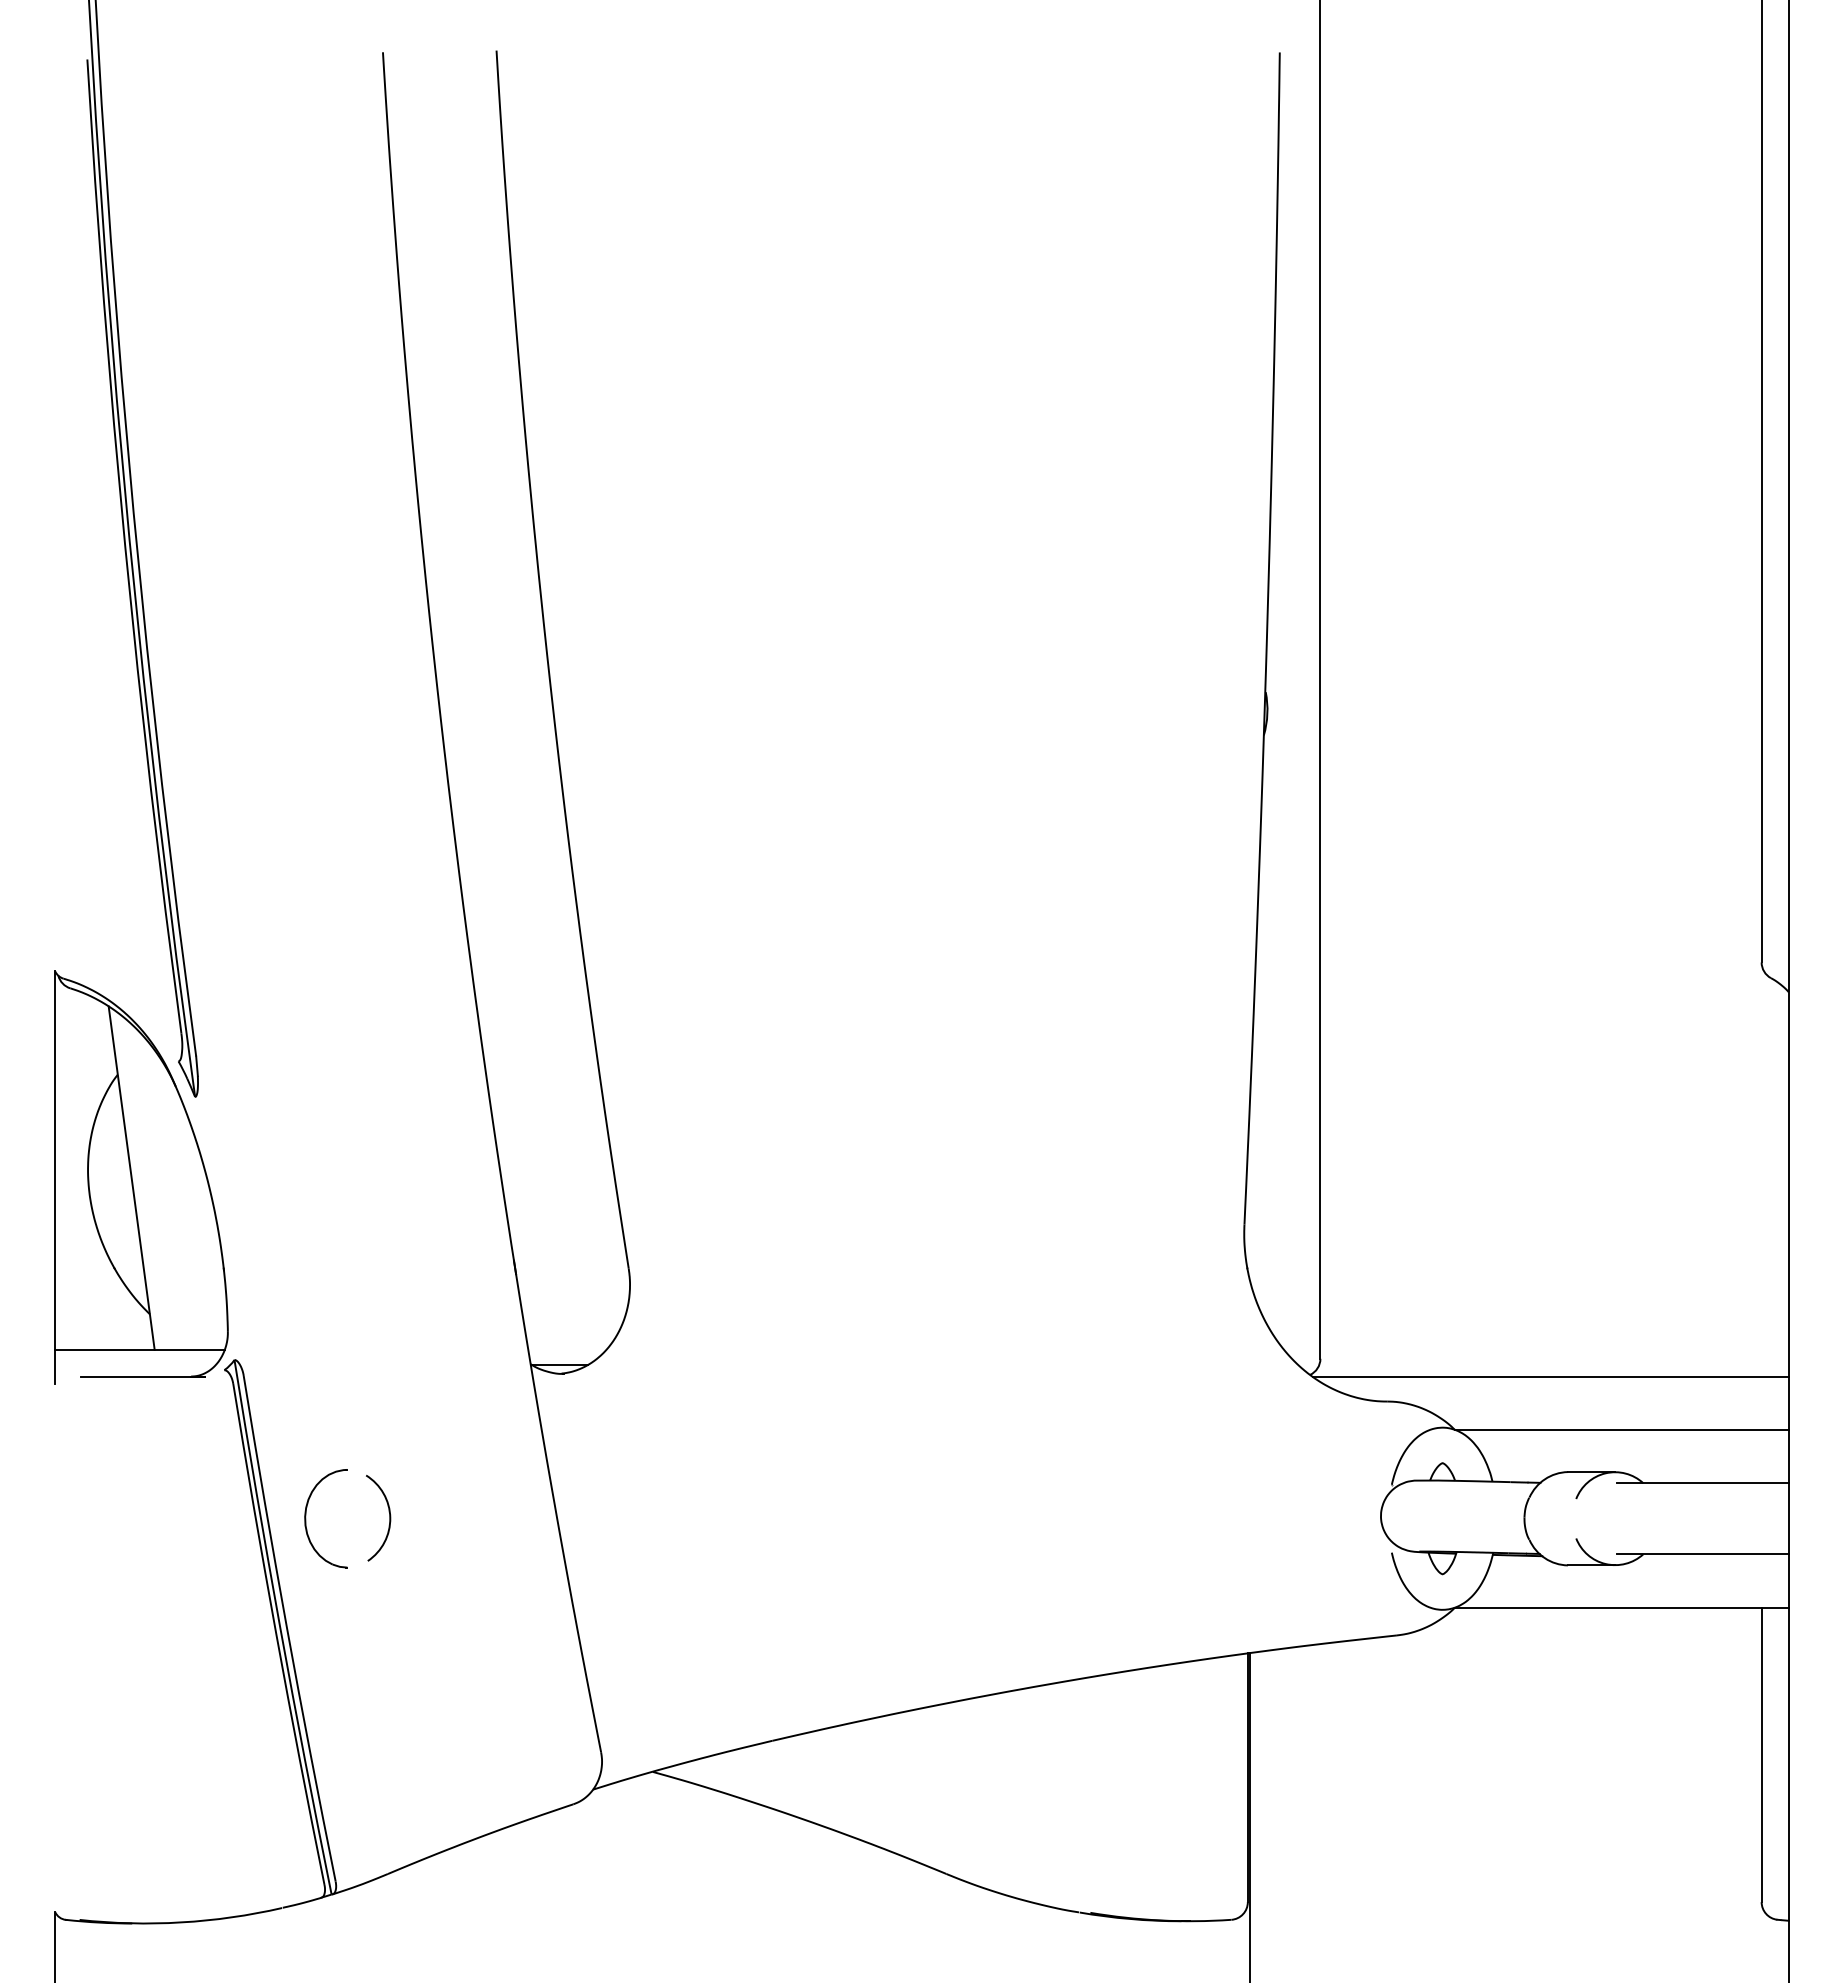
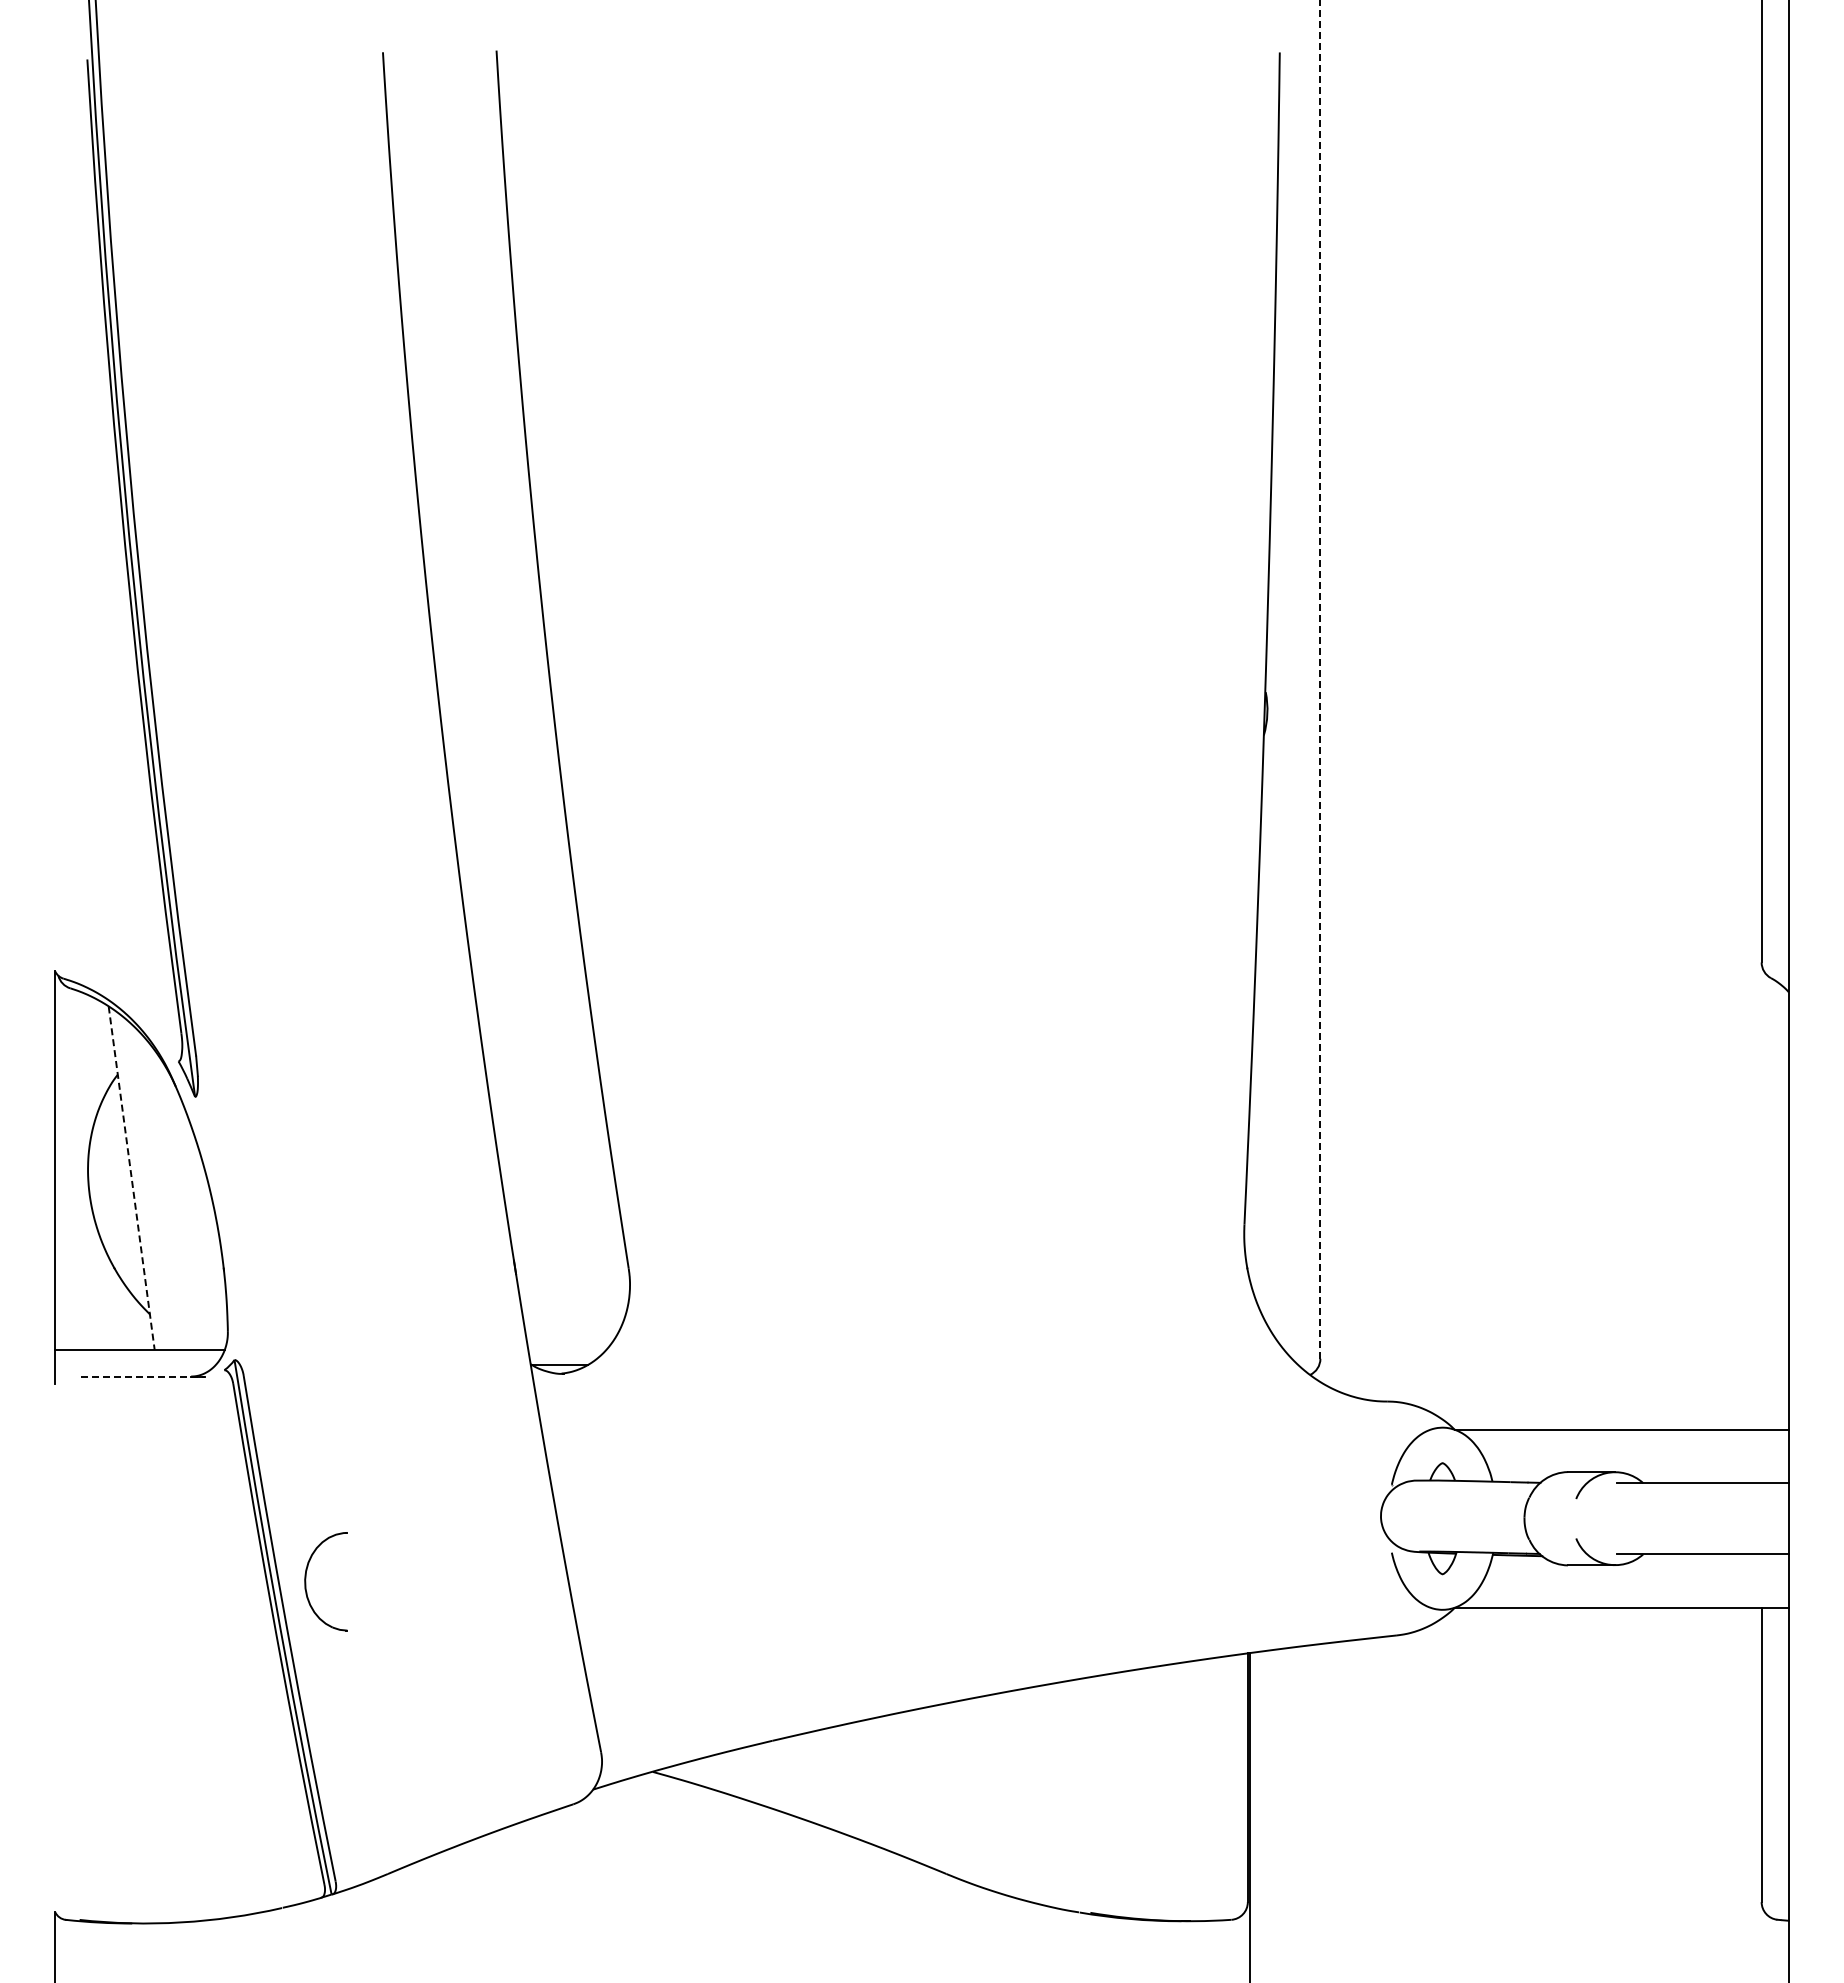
line at (1320, 679): solid -> dashed
line at (131, 1178): solid -> dashed
line at (142, 1376): solid -> dashed
line at (1550, 1376): present -> none
part at (306, 1518) position: (306, 1518) -> (306, 1581)
arc at (389, 1518): present -> none
